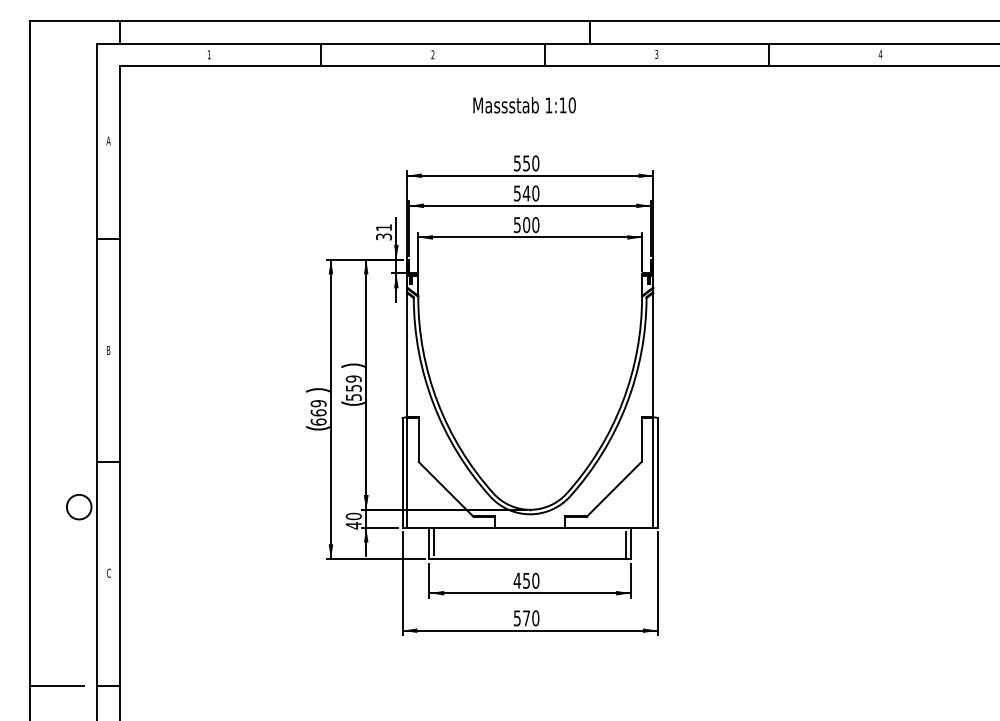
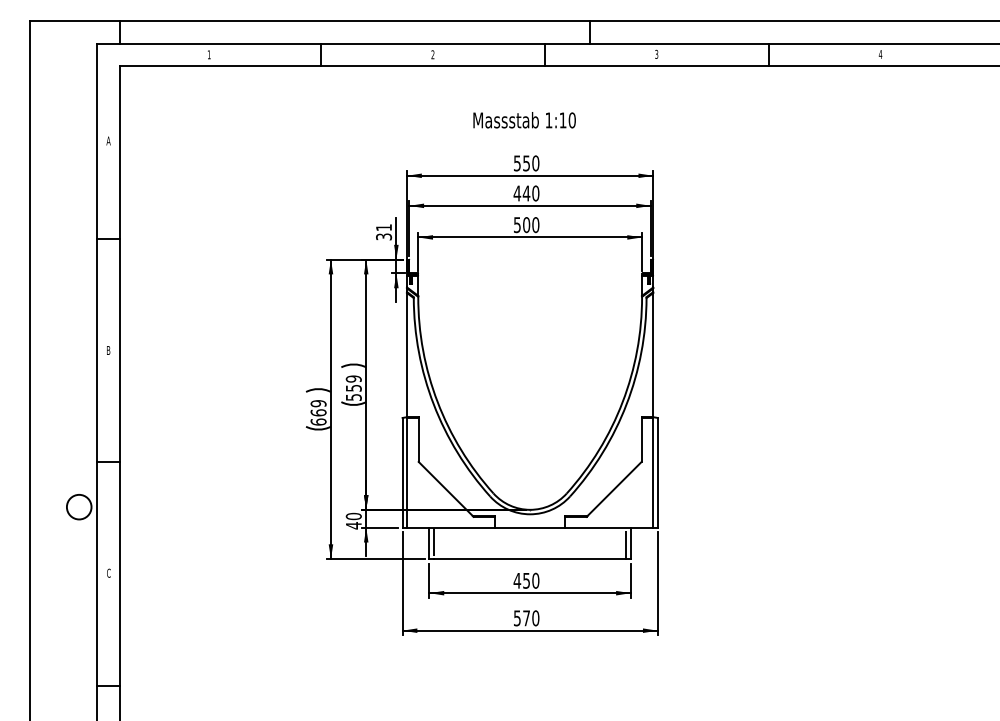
text at (524, 105) position: (524, 105) -> (524, 120)
text at (517, 193): 540 -> 440
line at (56, 686): present -> none
